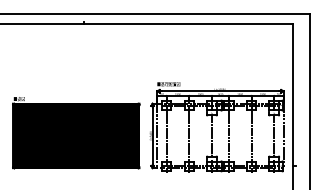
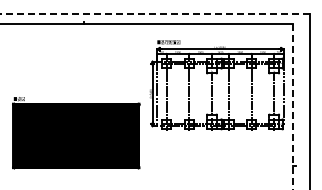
line at (155, 13): solid -> dashed
line at (293, 107): solid -> dashed
part at (216, 127) position: (216, 127) -> (216, 85)
